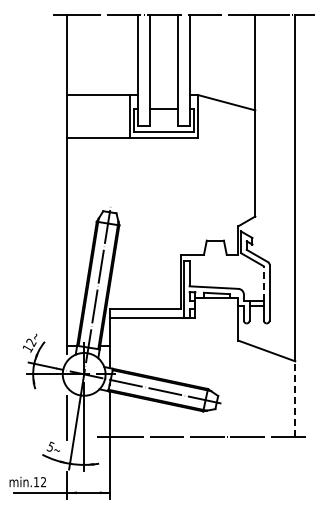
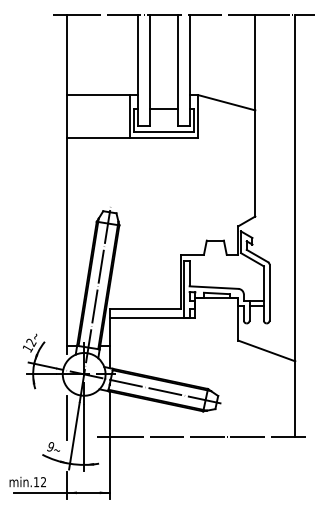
line at (263, 282): dashed -> solid
line at (295, 399): dashed -> solid
text at (50, 446): 5 -> 9
